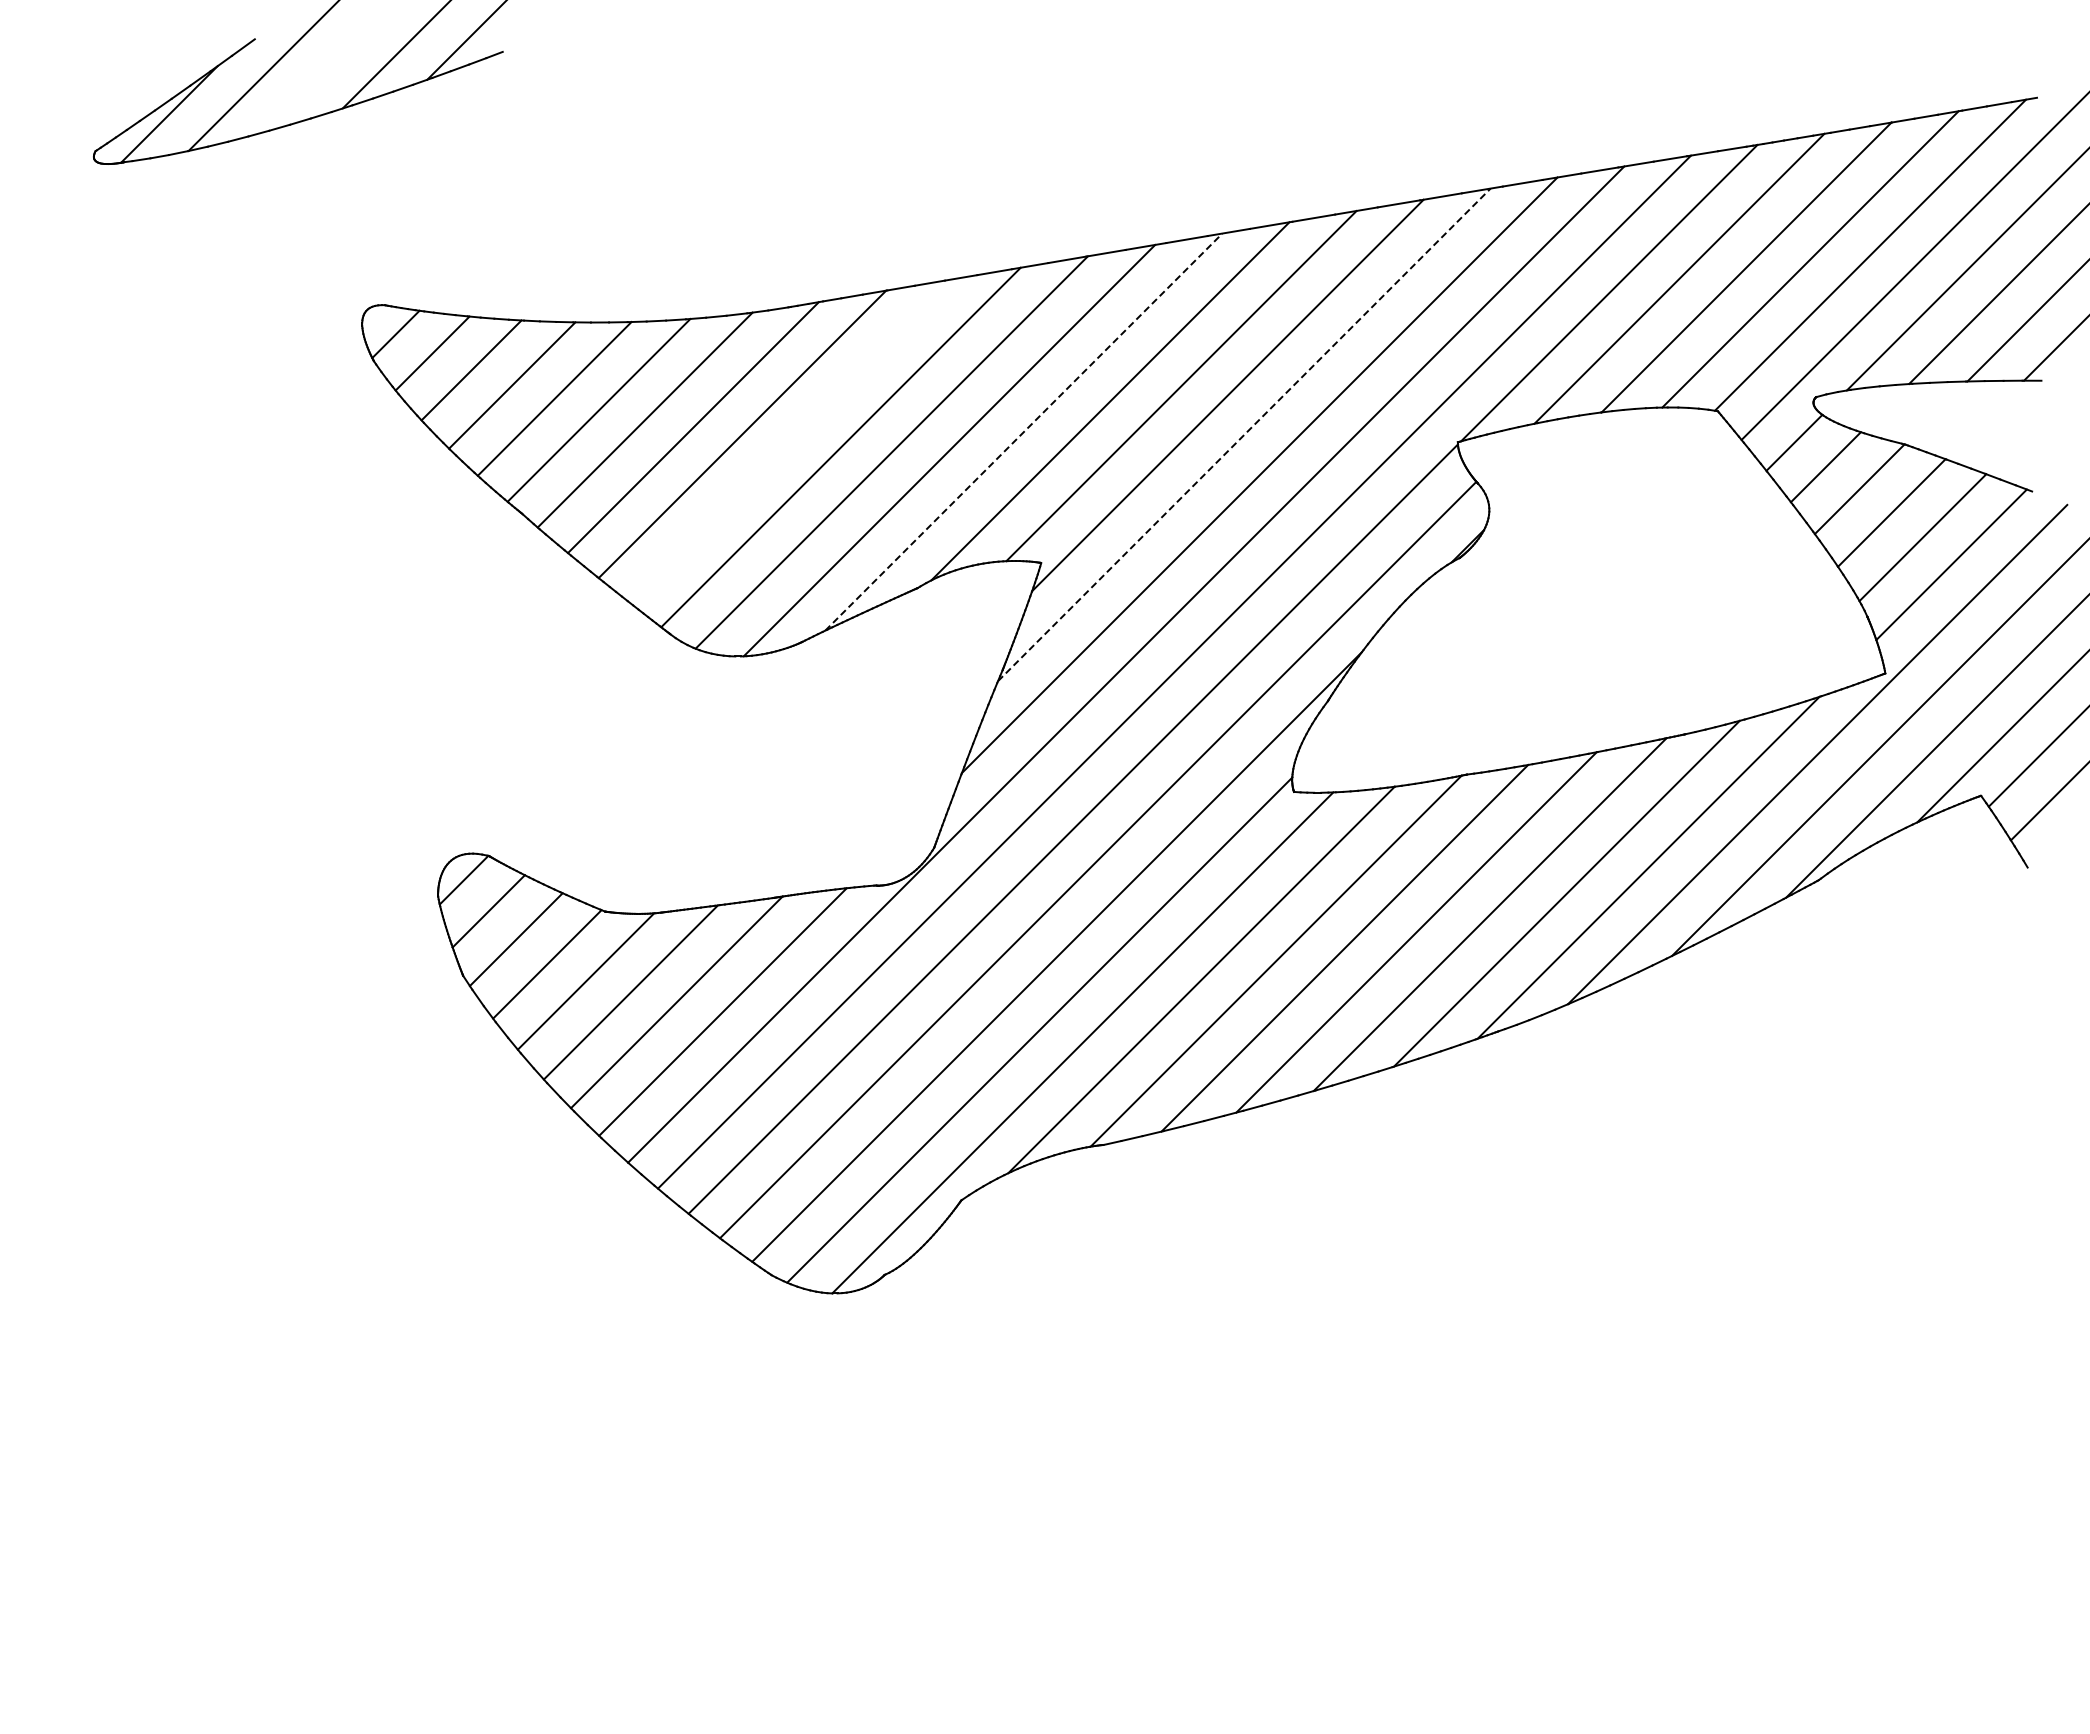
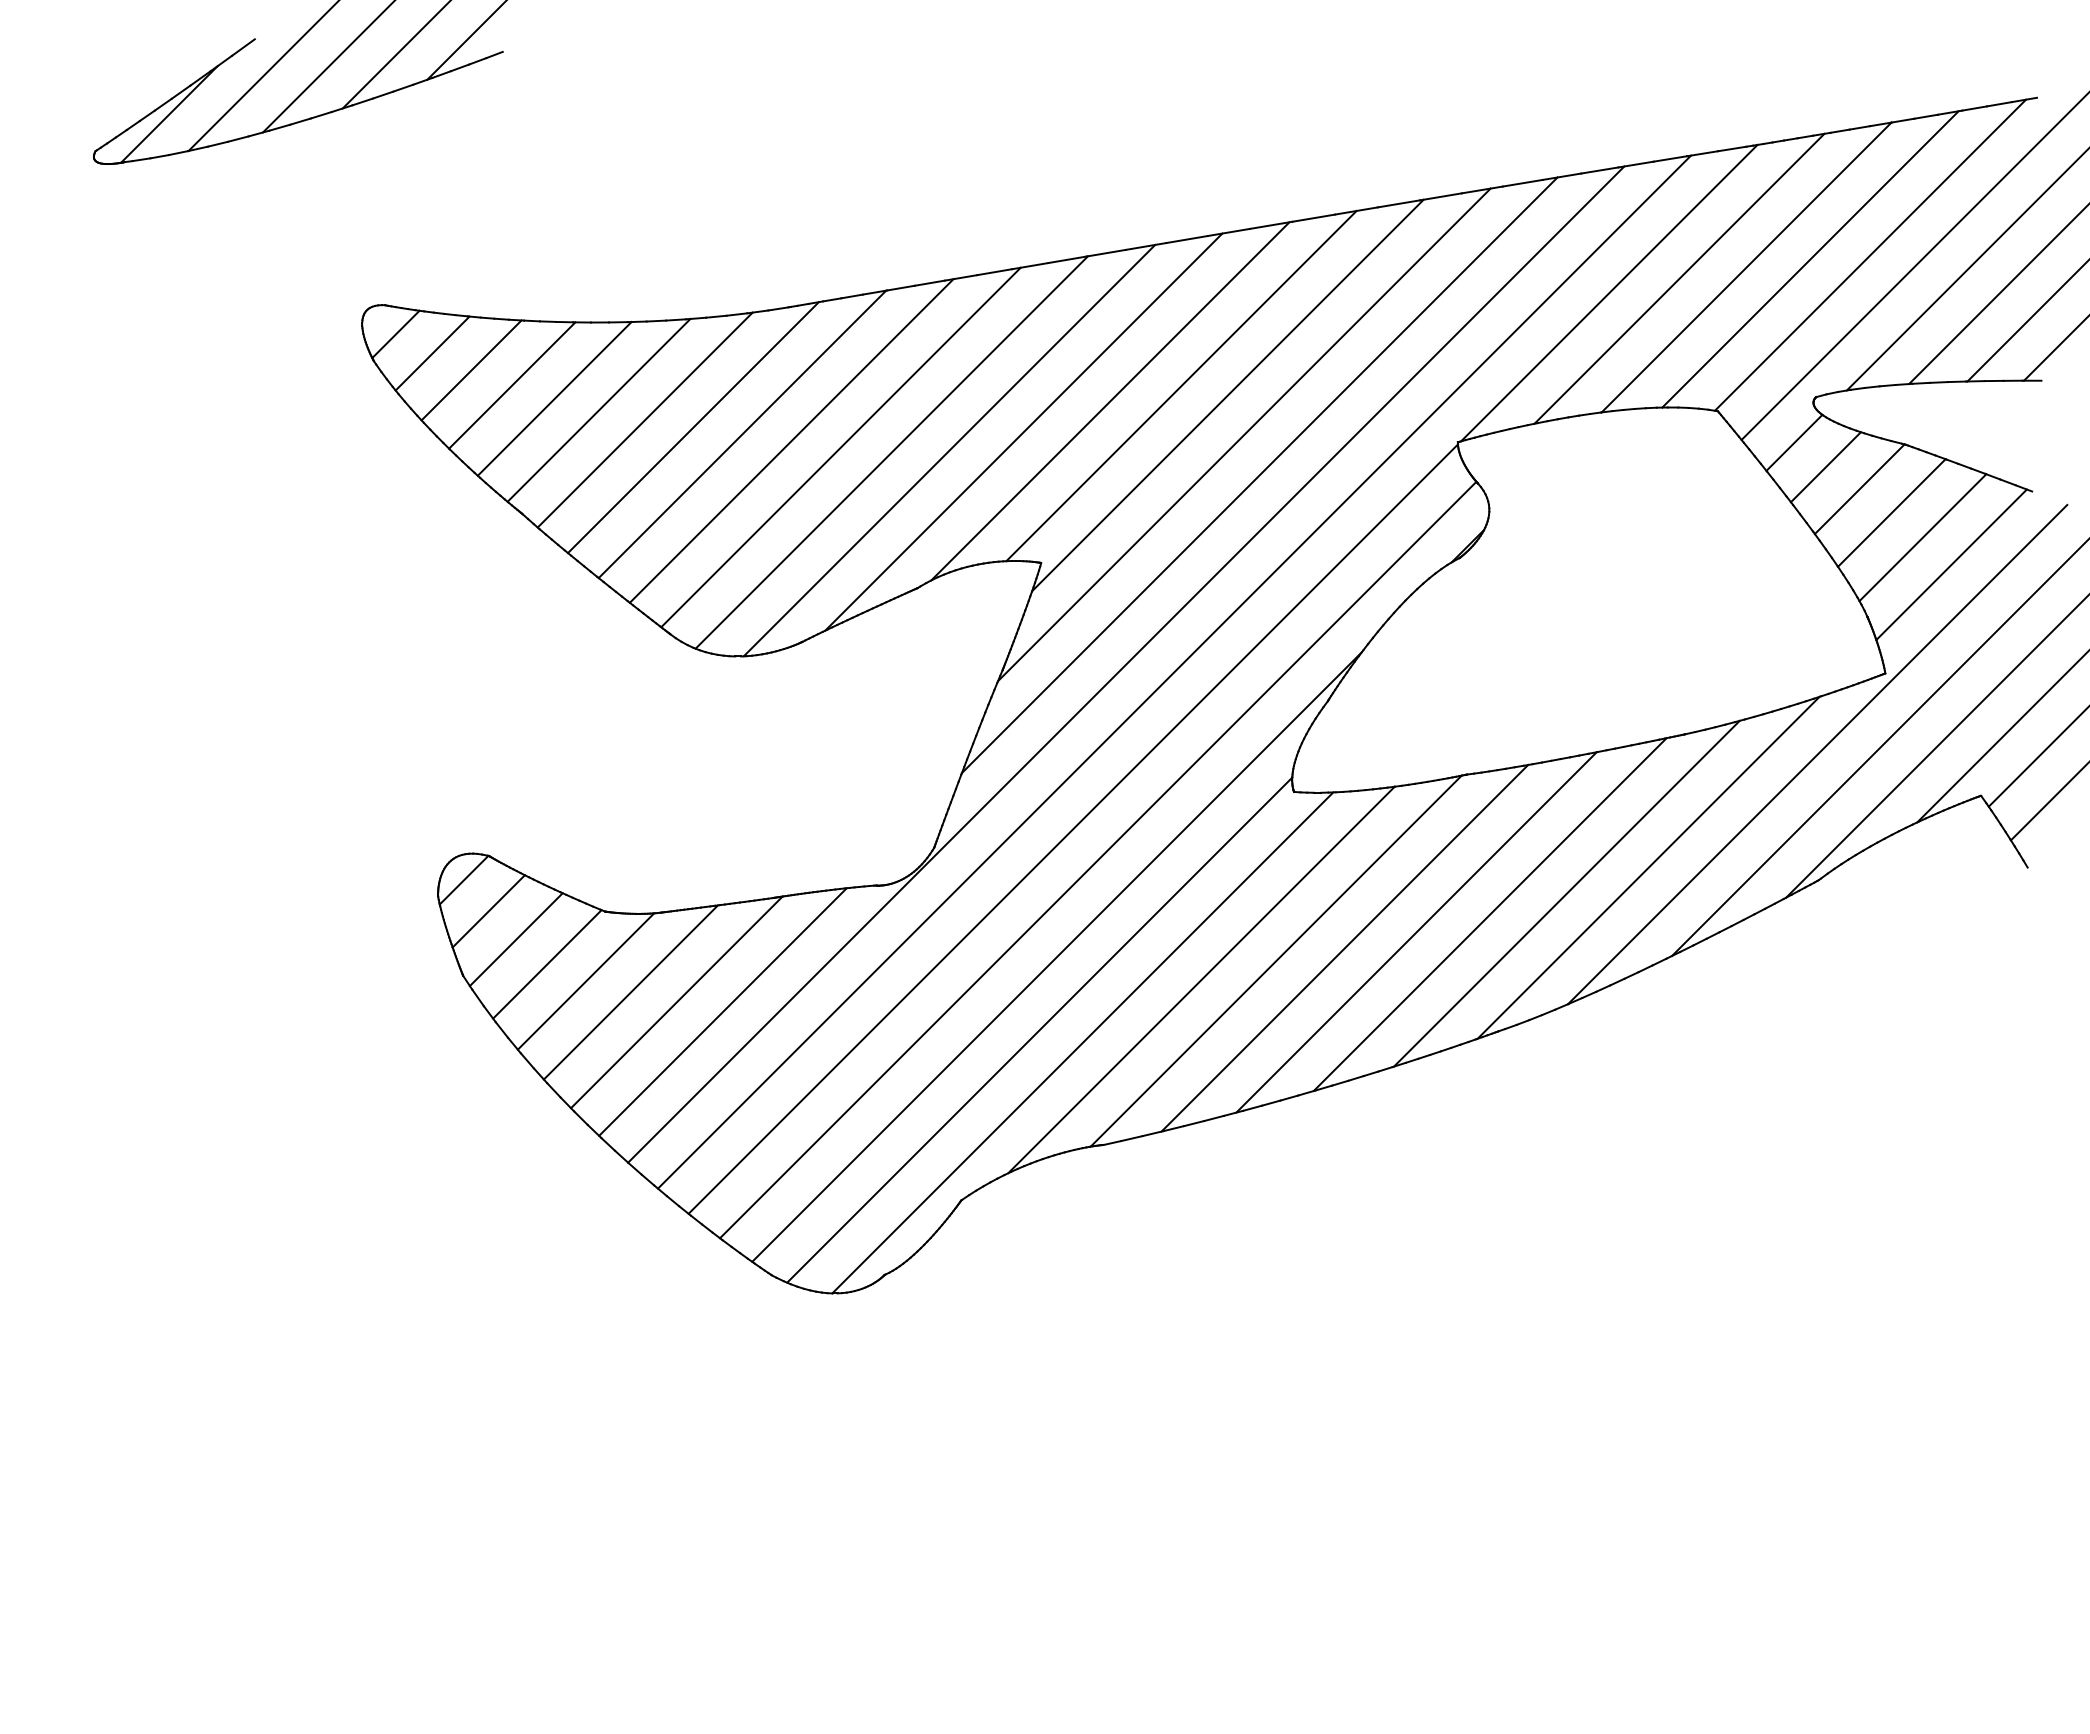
line at (327, 67): none -> present
line at (1023, 432): dashed -> solid
line at (1244, 434): dashed -> solid
line at (791, 440): none -> present
